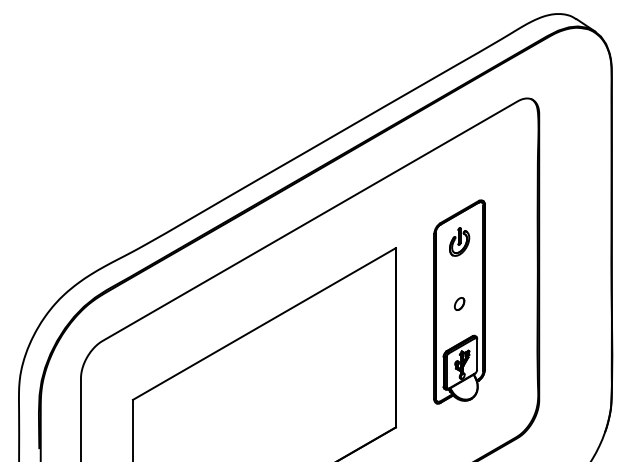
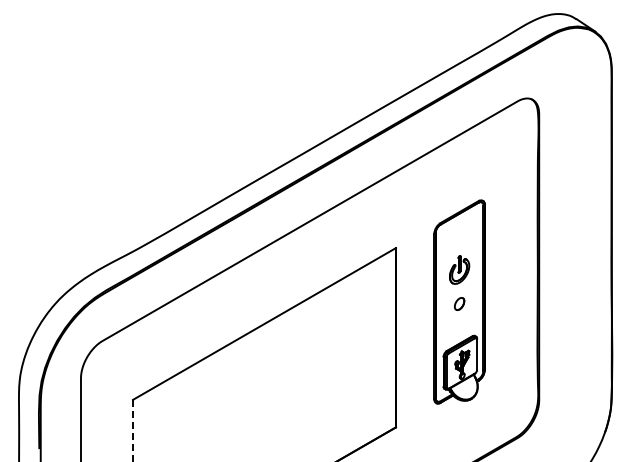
part at (459, 241) position: (459, 241) -> (459, 269)
line at (132, 430): solid -> dashed
